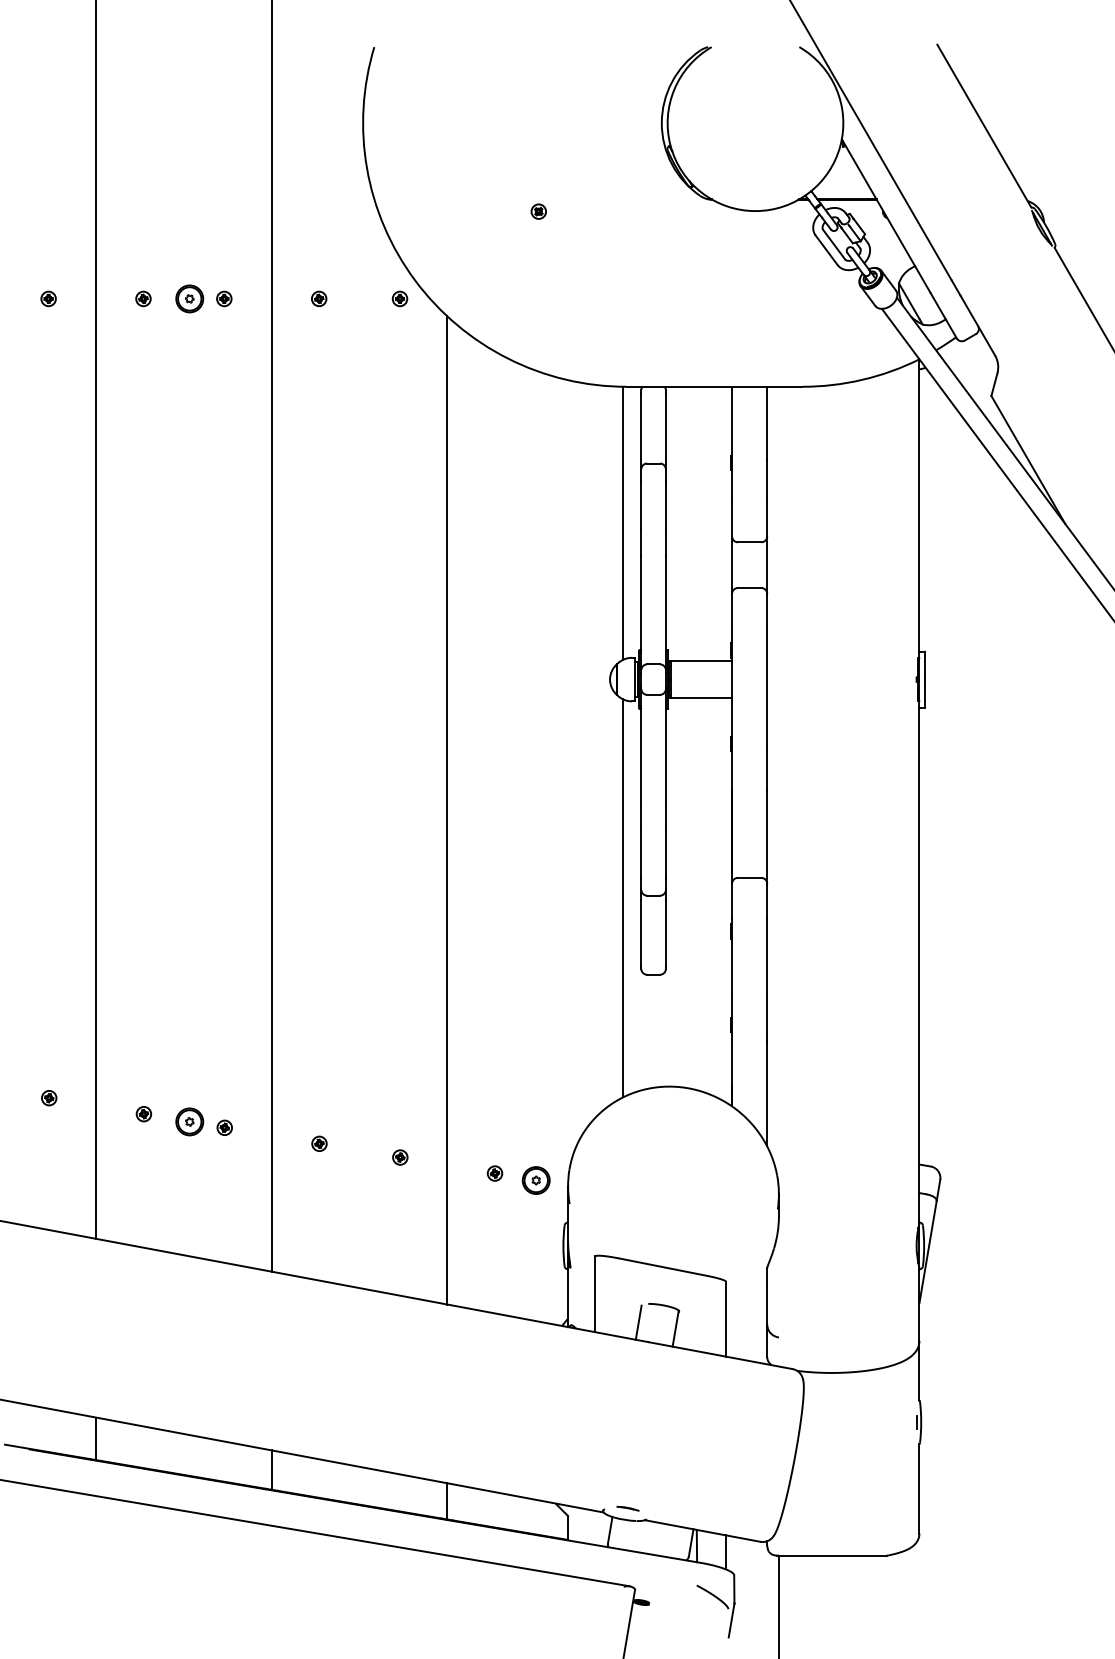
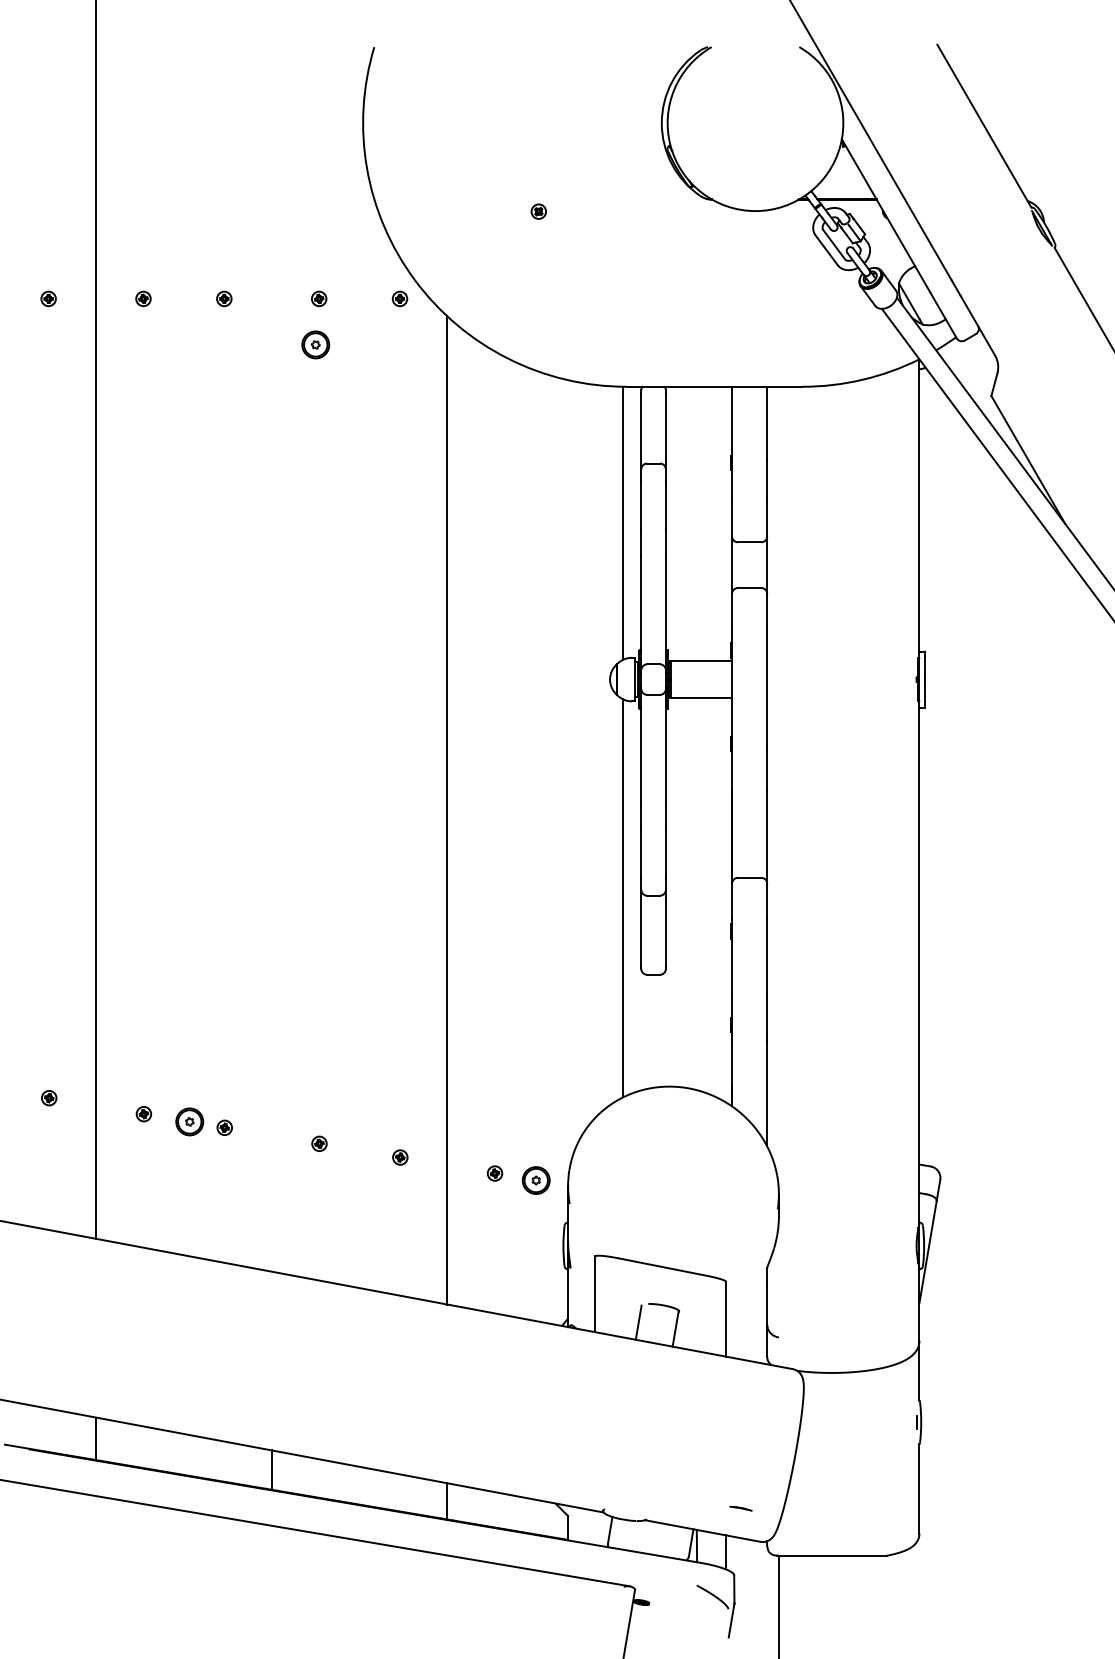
part at (189, 298) position: (189, 298) -> (315, 344)
line at (271, 636): present -> none
line at (627, 1508) position: (627, 1508) -> (740, 1508)
